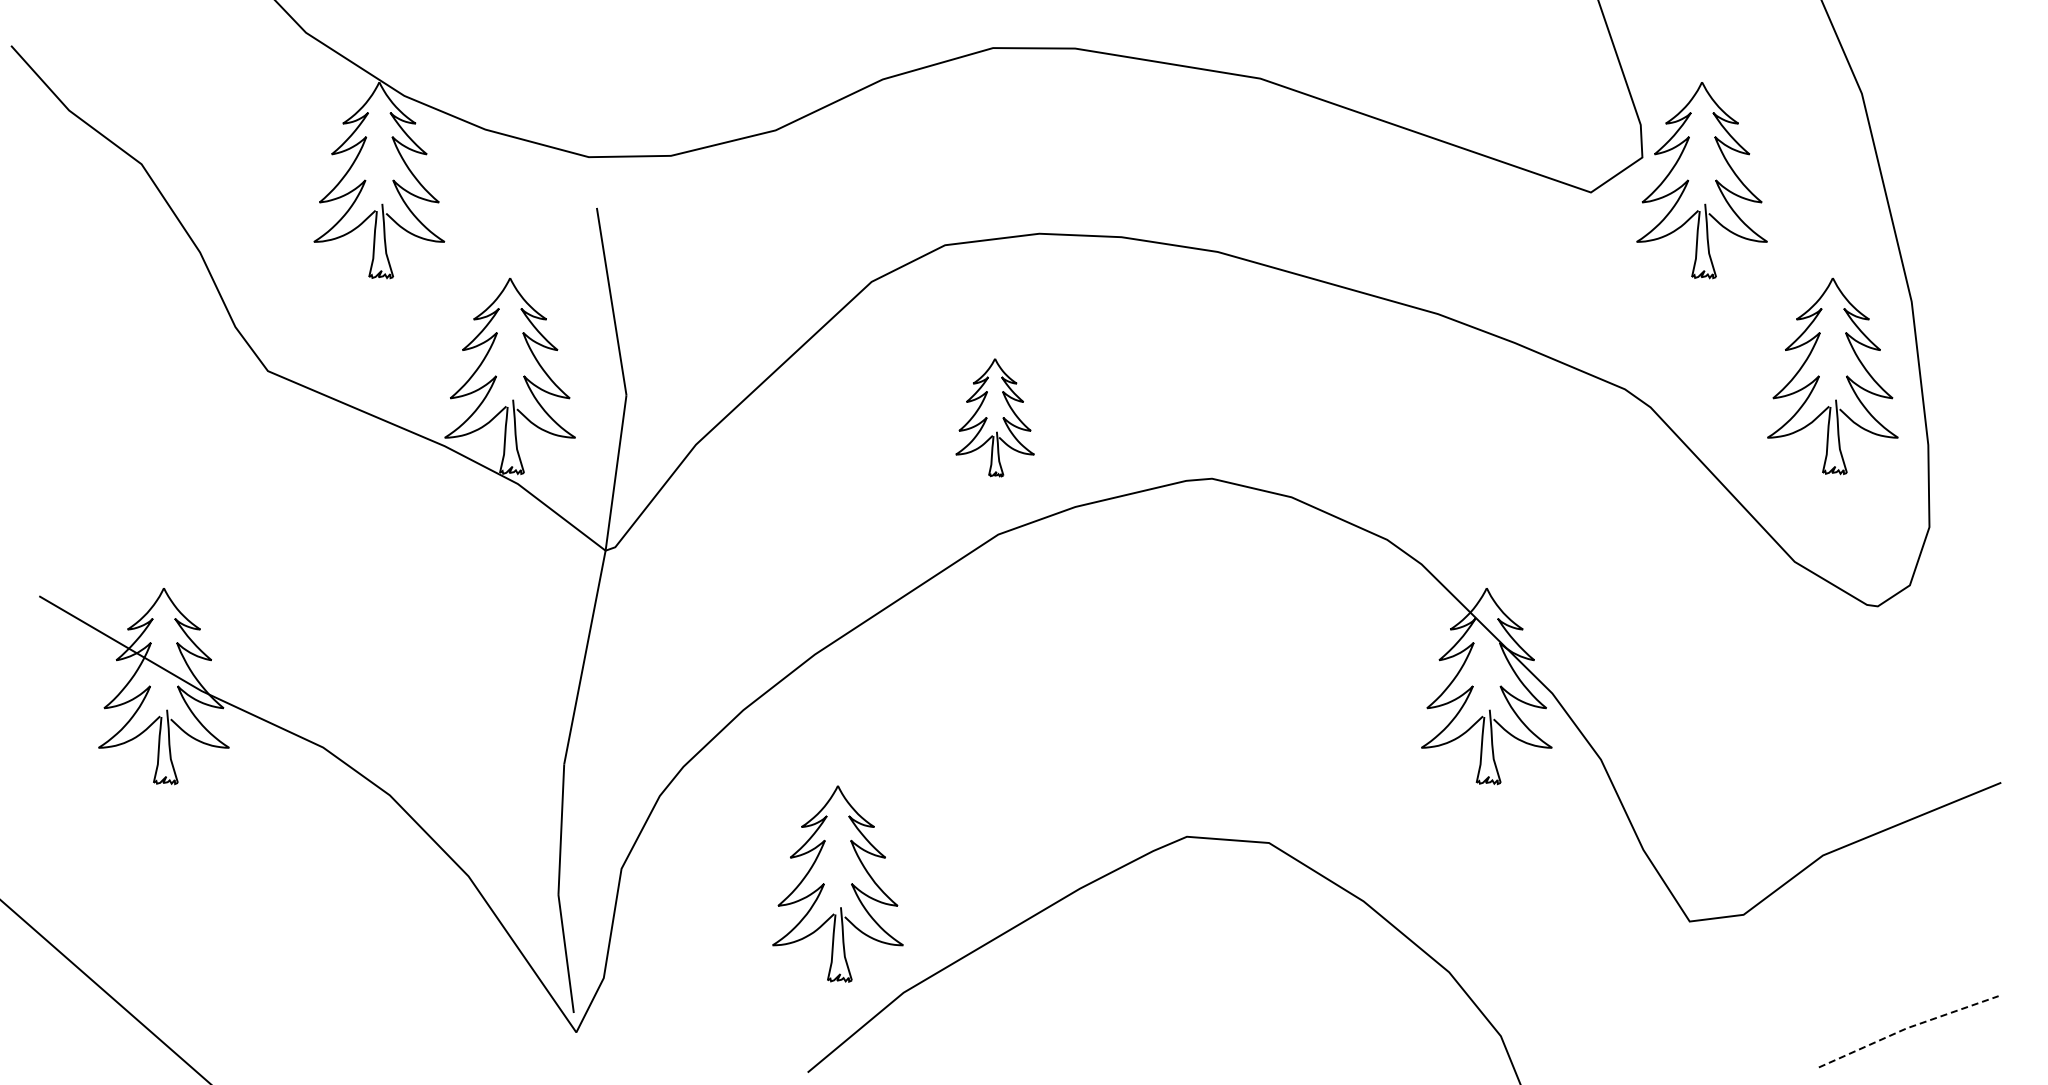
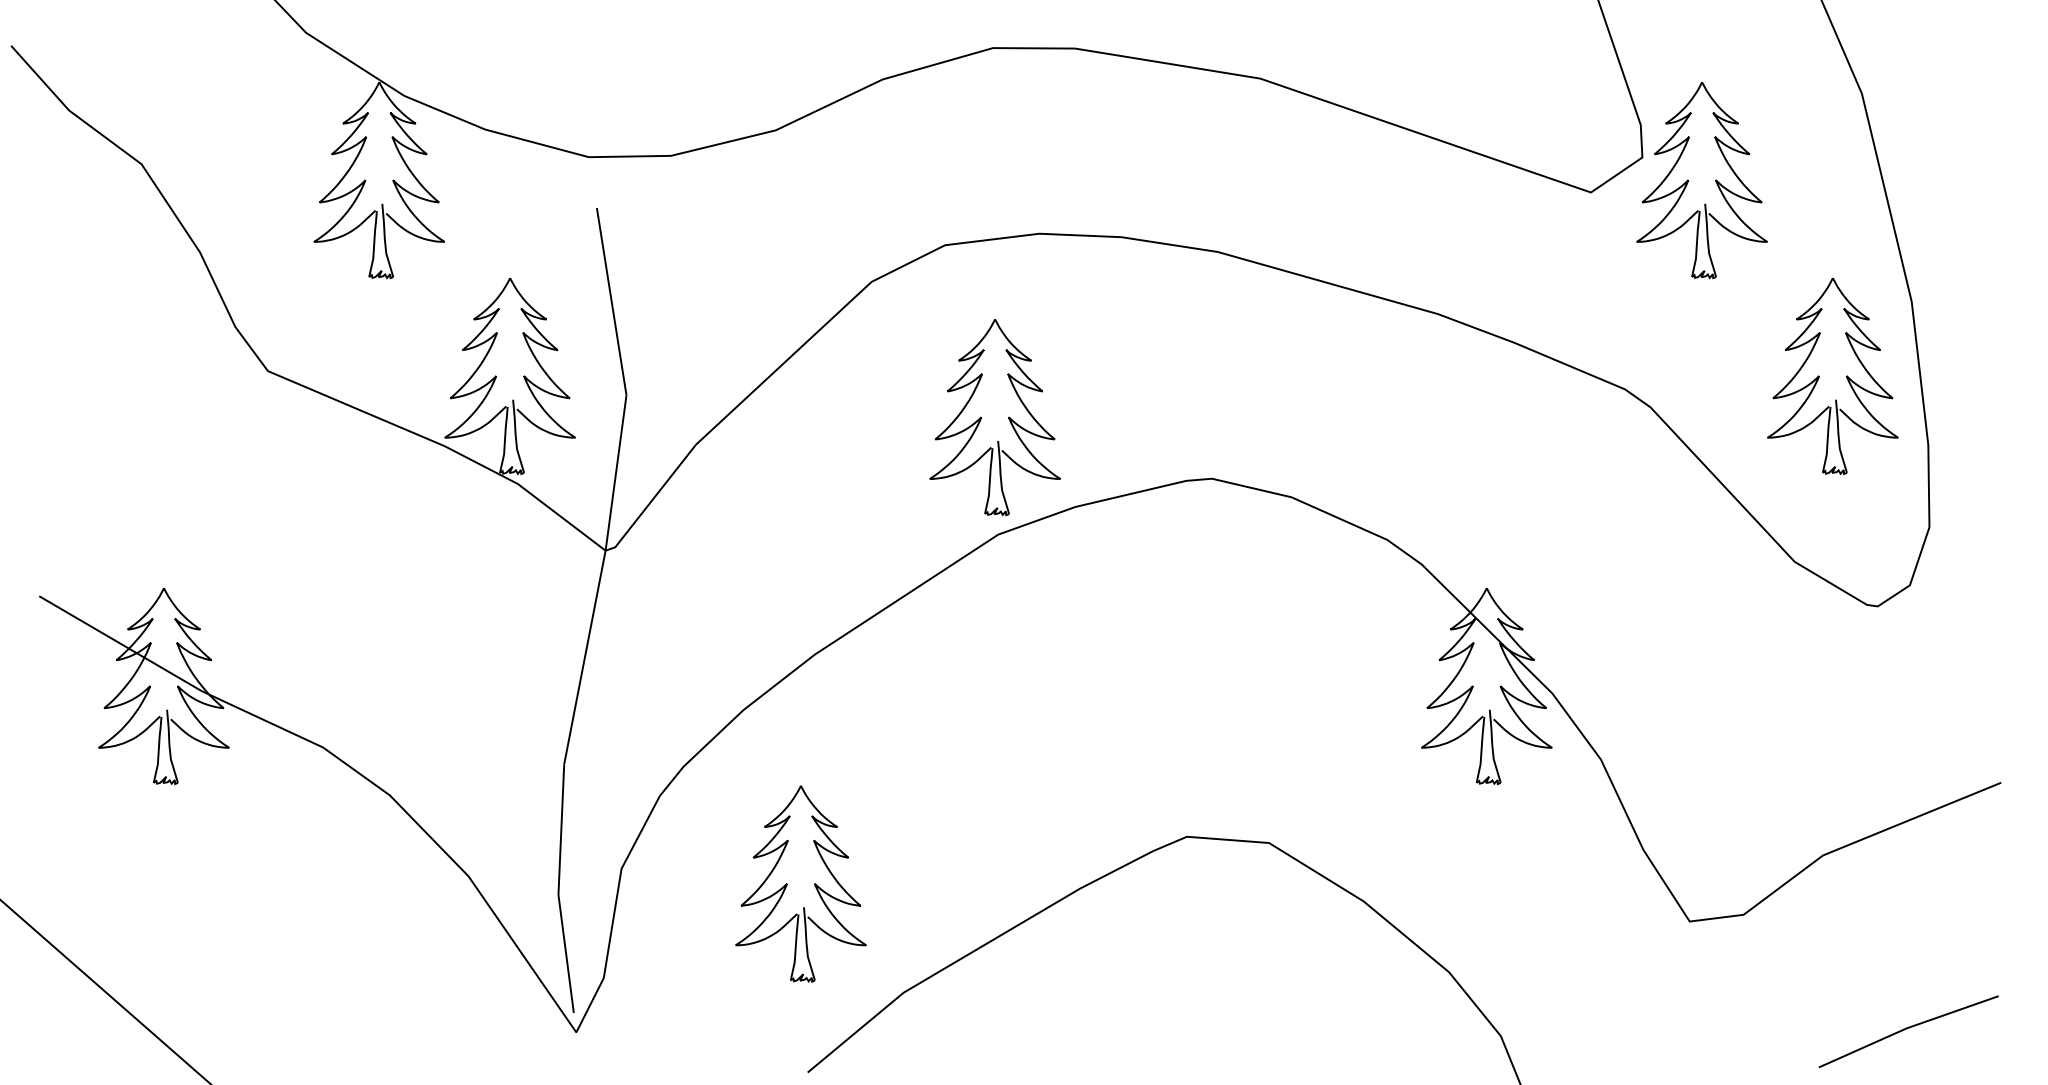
part at (994, 417) size: 80x120 px -> 132x198 px
part at (824, 883) position: (824, 883) -> (787, 883)
line at (1906, 1028): dashed -> solid
